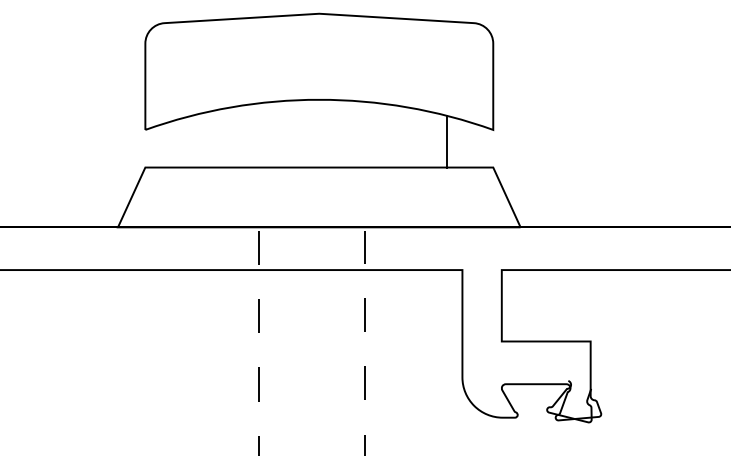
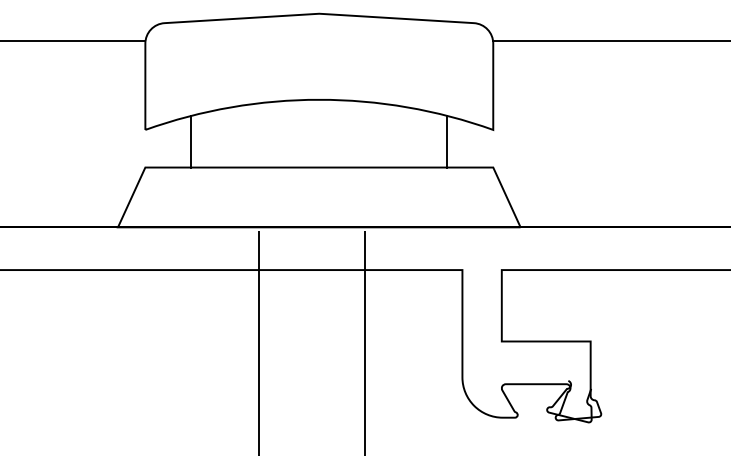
line at (73, 41): none -> present
line at (610, 41): none -> present
line at (191, 141): none -> present
line at (364, 455): dashed -> solid
